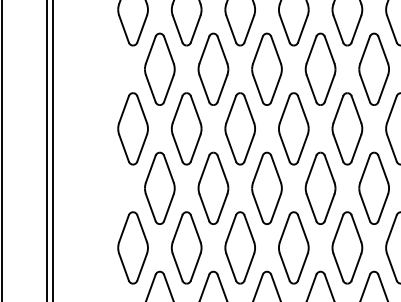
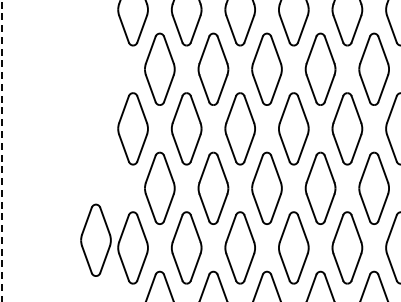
line at (2, 150): solid -> dashed
line at (46, 150): present -> none
line at (52, 150): present -> none
part at (95, 239): none -> present
